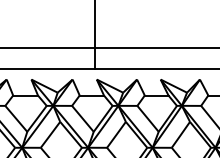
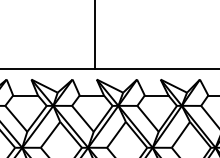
line at (109, 47): present -> none
